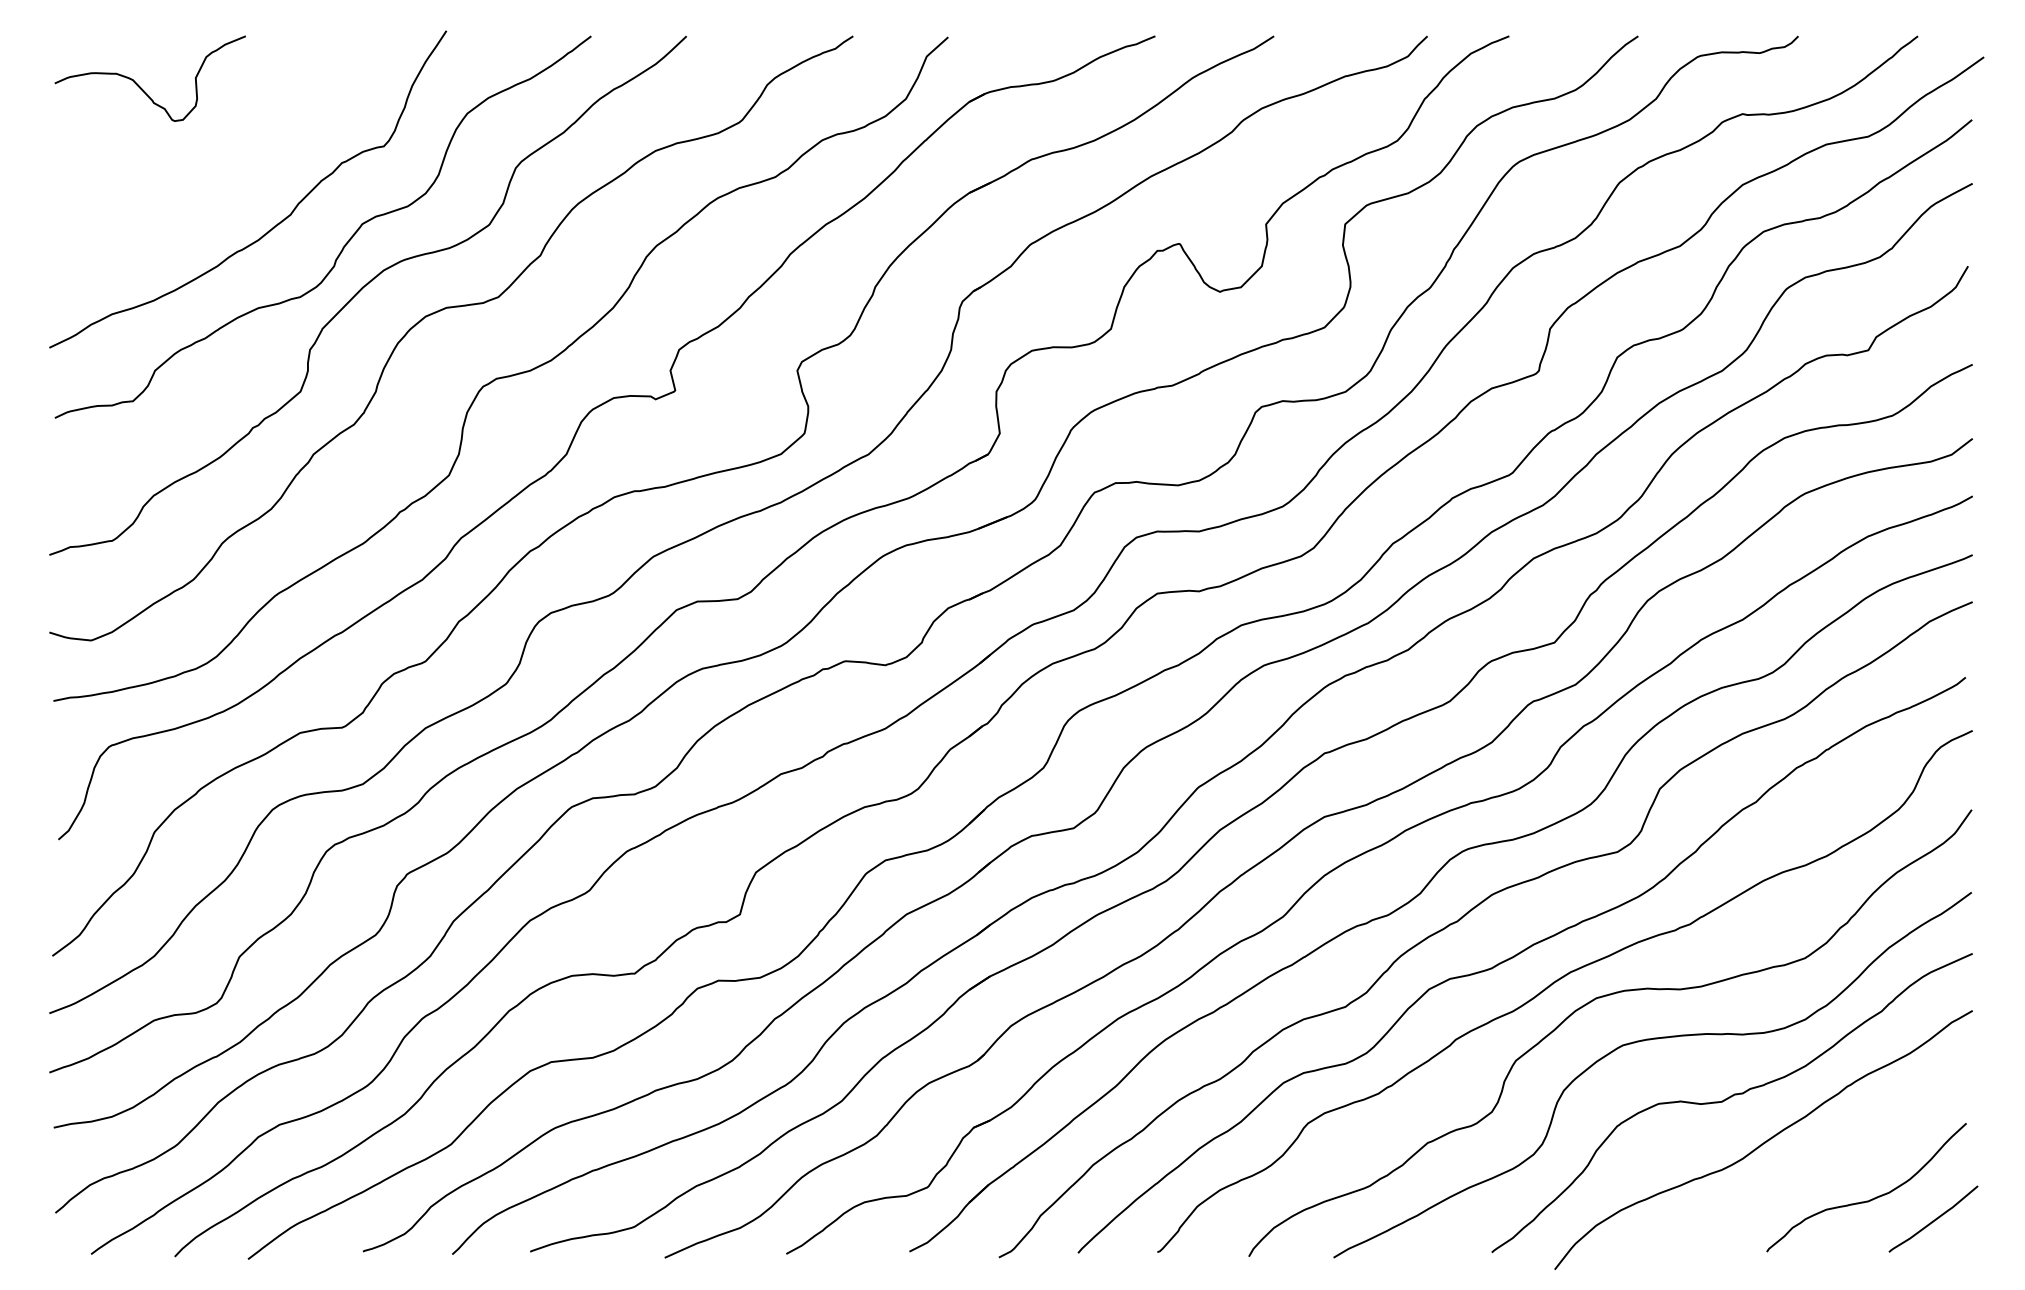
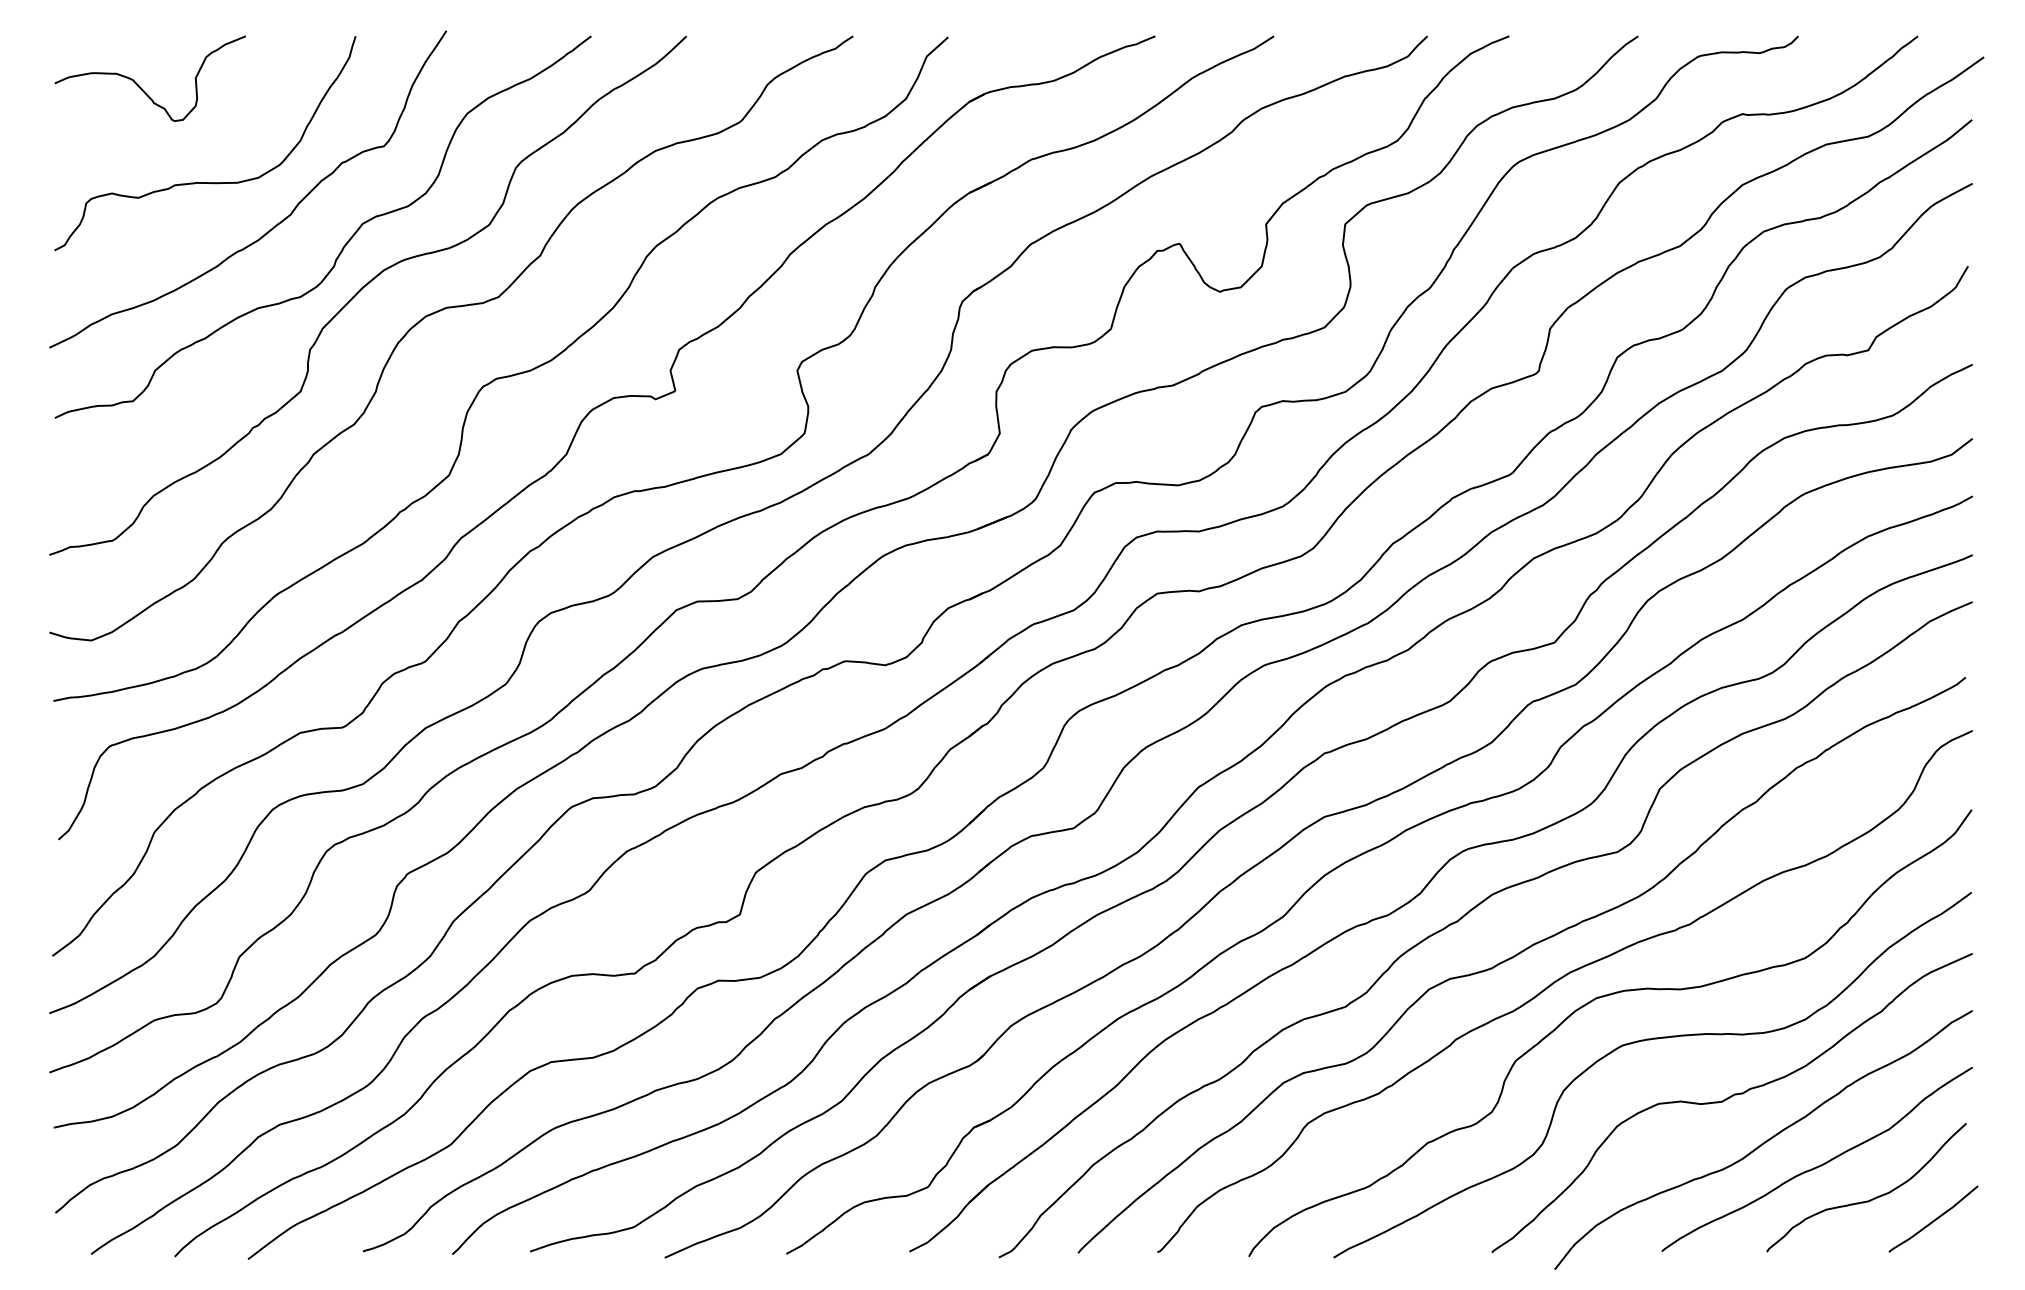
curve at (205, 182): none -> present
curve at (1818, 1165): none -> present
